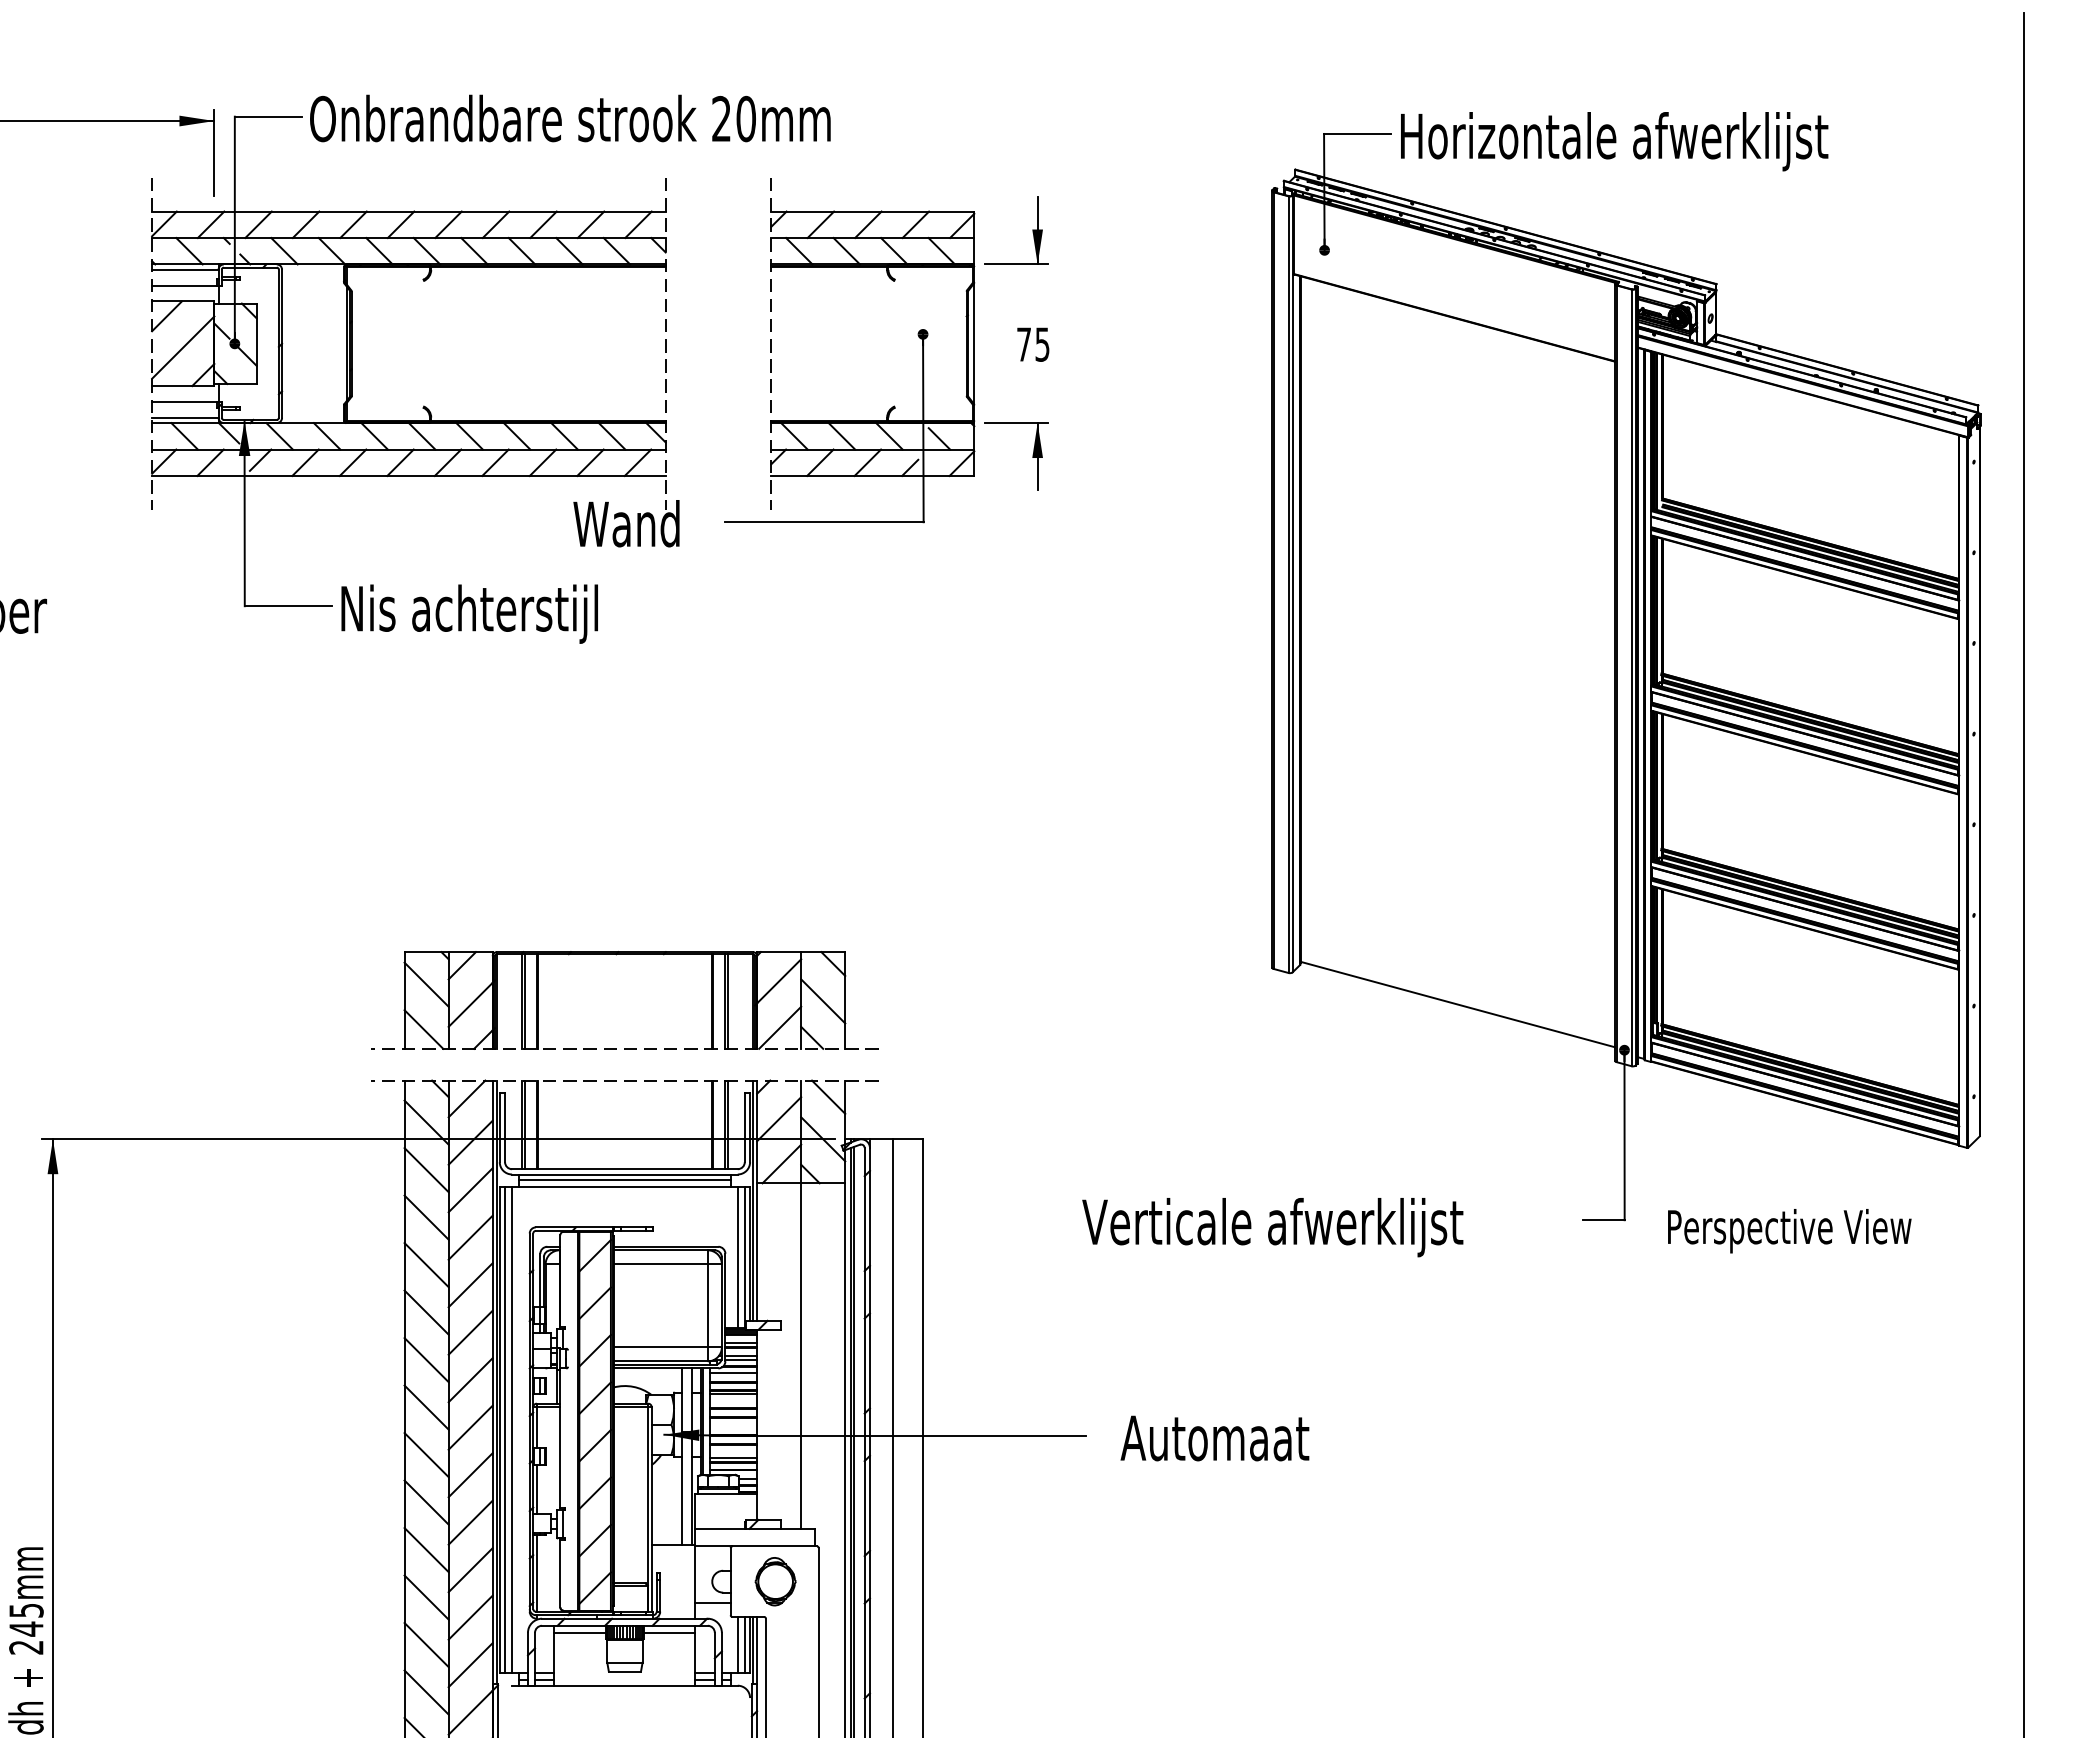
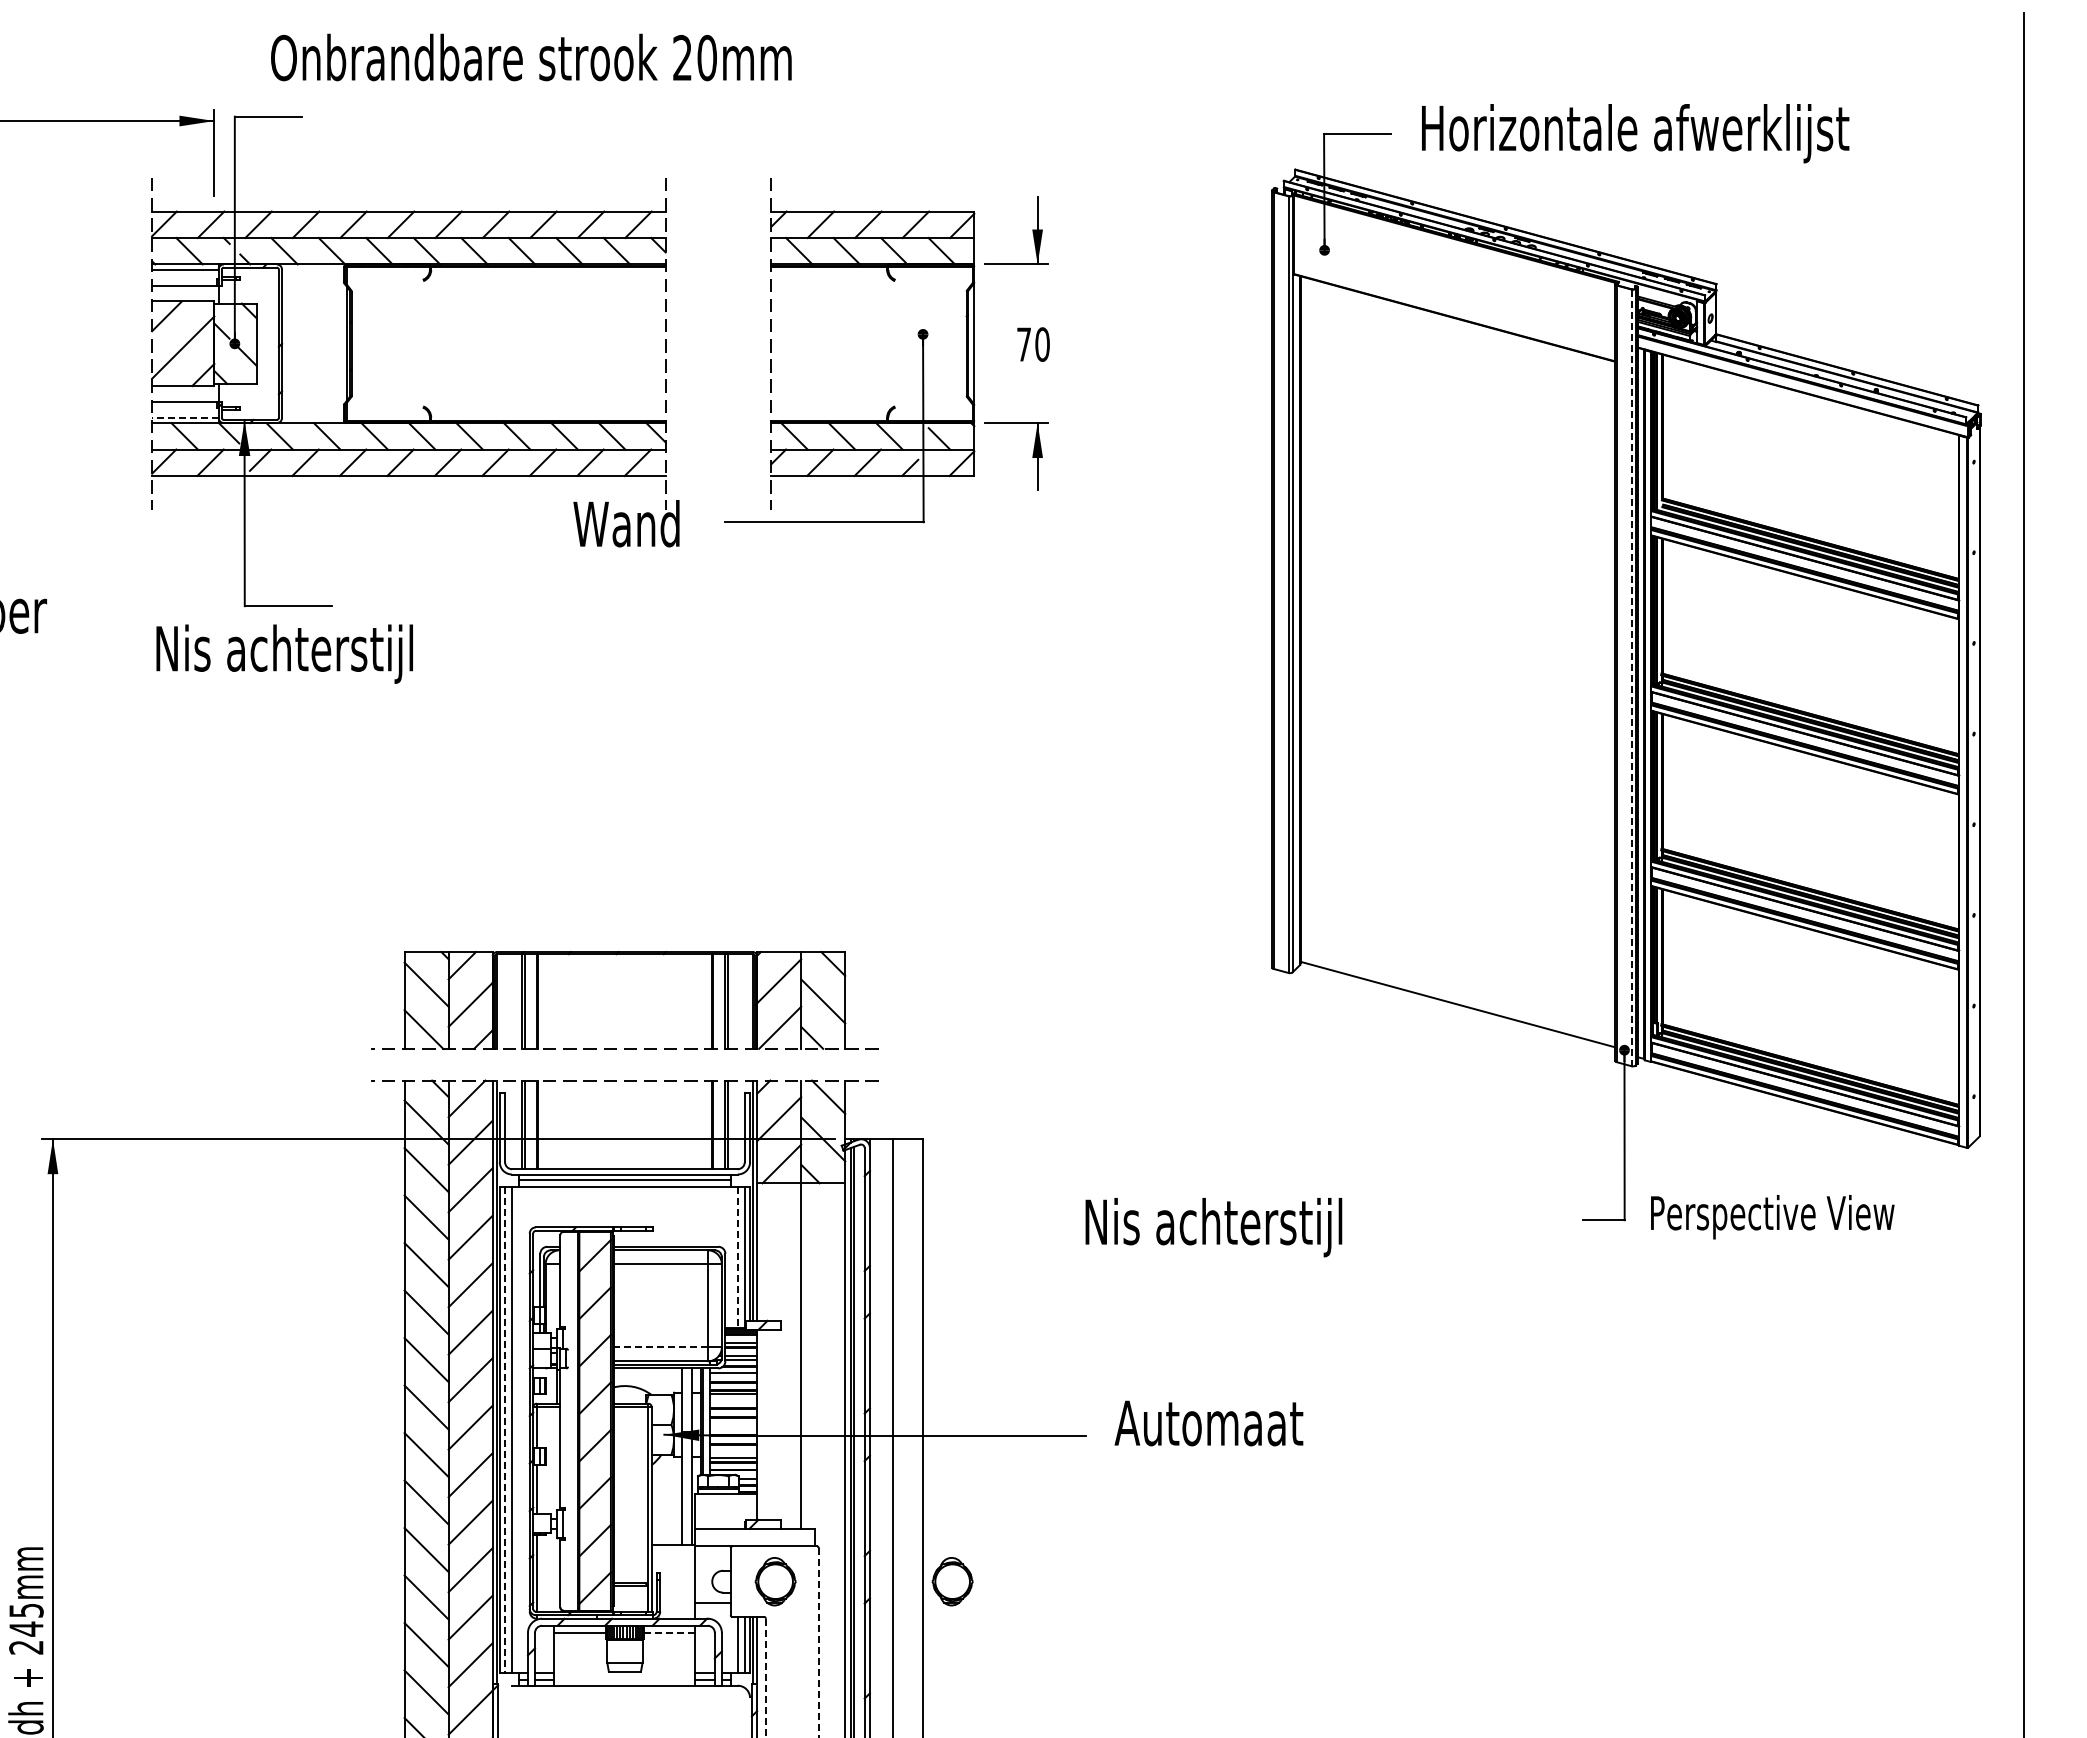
text at (570, 118) position: (570, 118) -> (531, 57)
text at (1614, 141) position: (1614, 141) -> (1635, 133)
text at (1042, 344): 75 -> 70
line at (184, 417): solid -> dashed
text at (469, 613) position: (469, 613) -> (284, 653)
line at (1631, 678): solid -> dashed
text at (1272, 1227): Verticale afwerklijst -> Nis achterstijl
text at (1789, 1231) position: (1789, 1231) -> (1772, 1217)
line at (737, 1257): solid -> dashed
line at (660, 1347): solid -> dashed
line at (505, 1430): solid -> dashed
text at (1214, 1438) position: (1214, 1438) -> (1208, 1423)
part at (952, 1581): none -> present
line at (669, 1632): solid -> dashed
line at (818, 1643): solid -> dashed
line at (765, 1677): solid -> dashed
